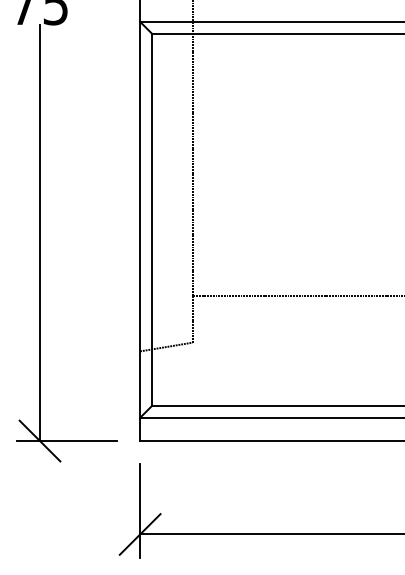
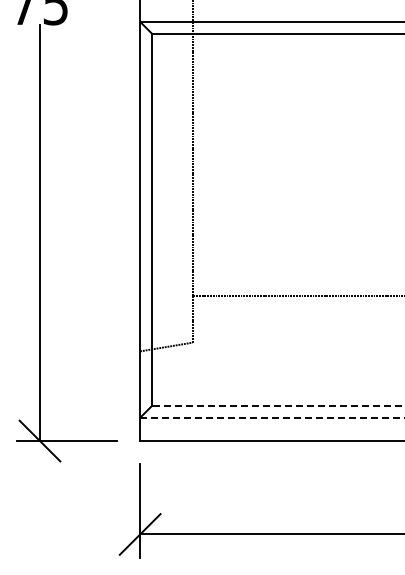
line at (277, 406): solid -> dashed
line at (272, 417): solid -> dashed
